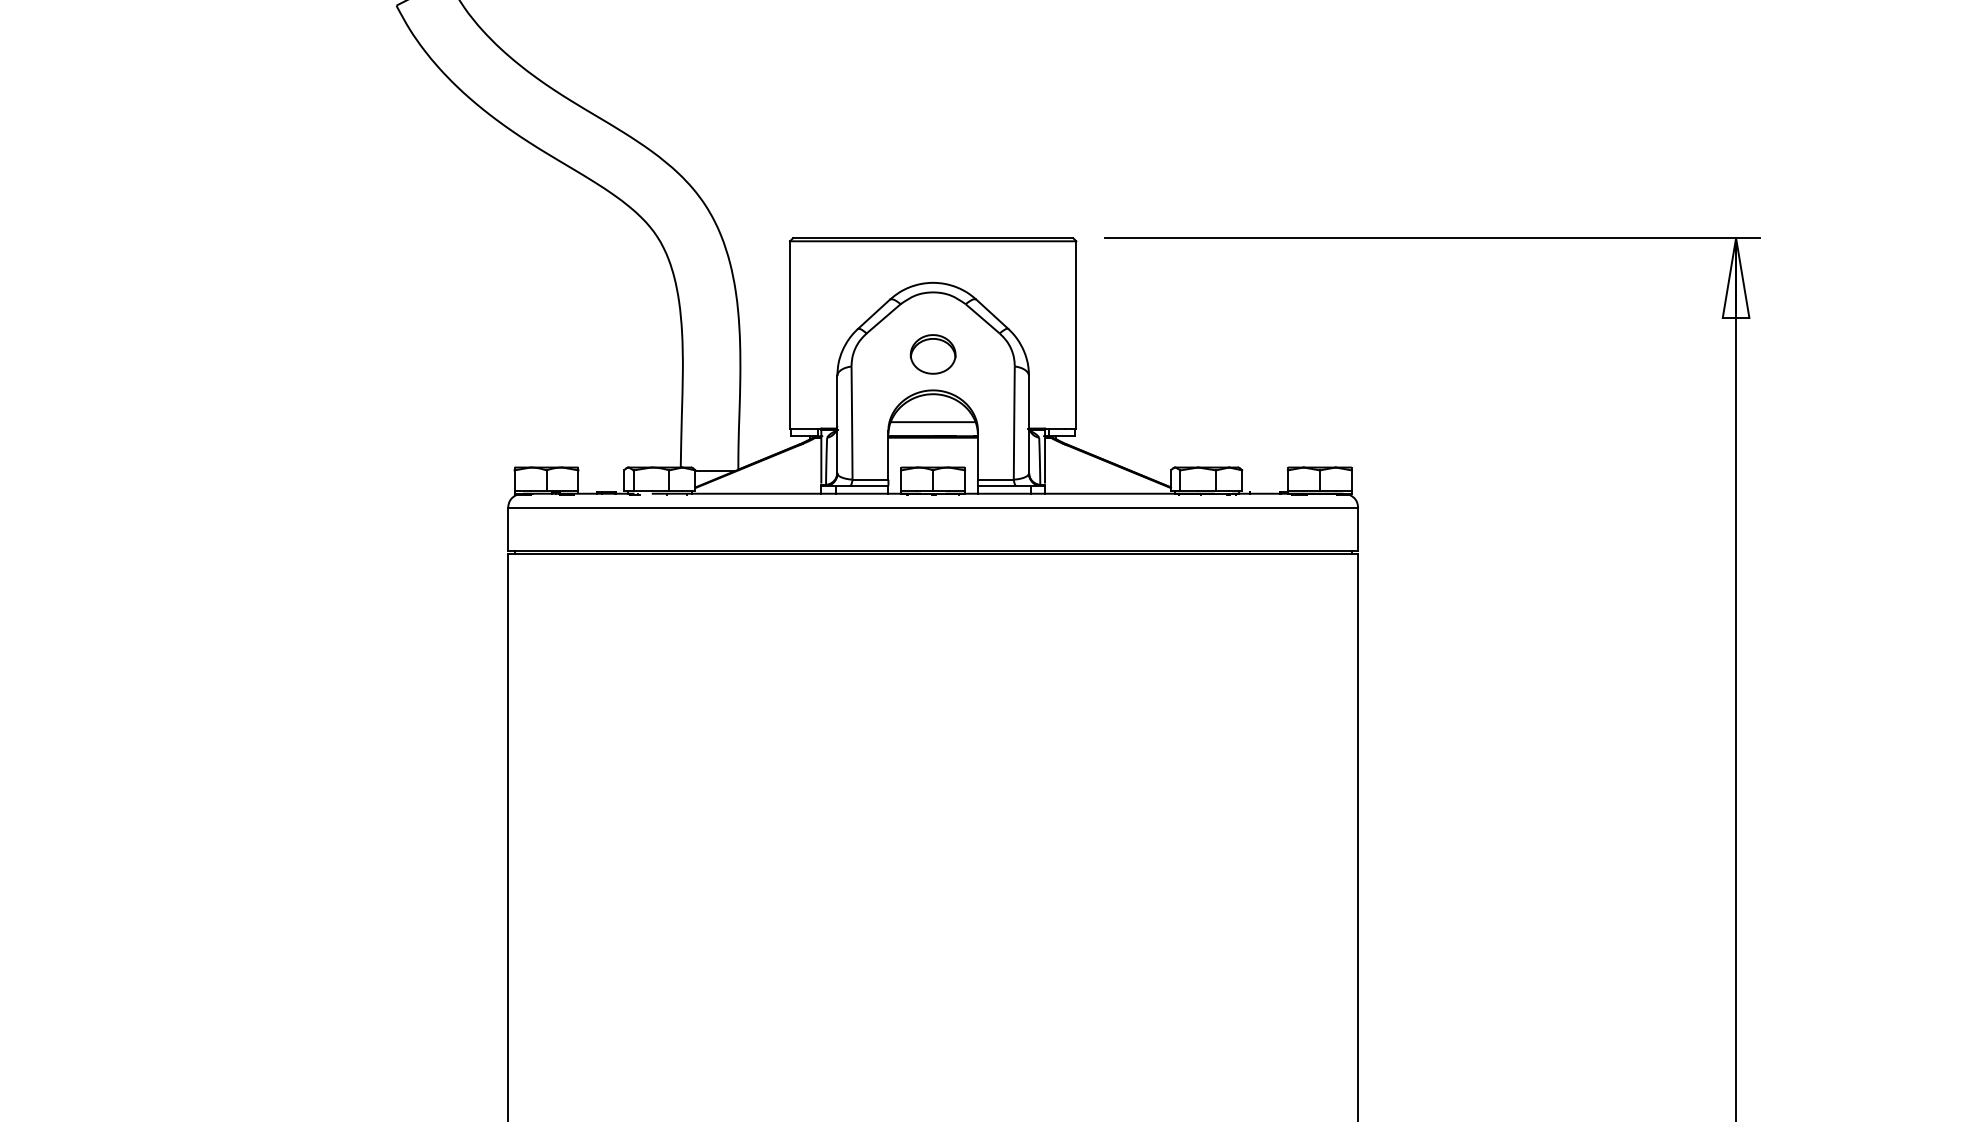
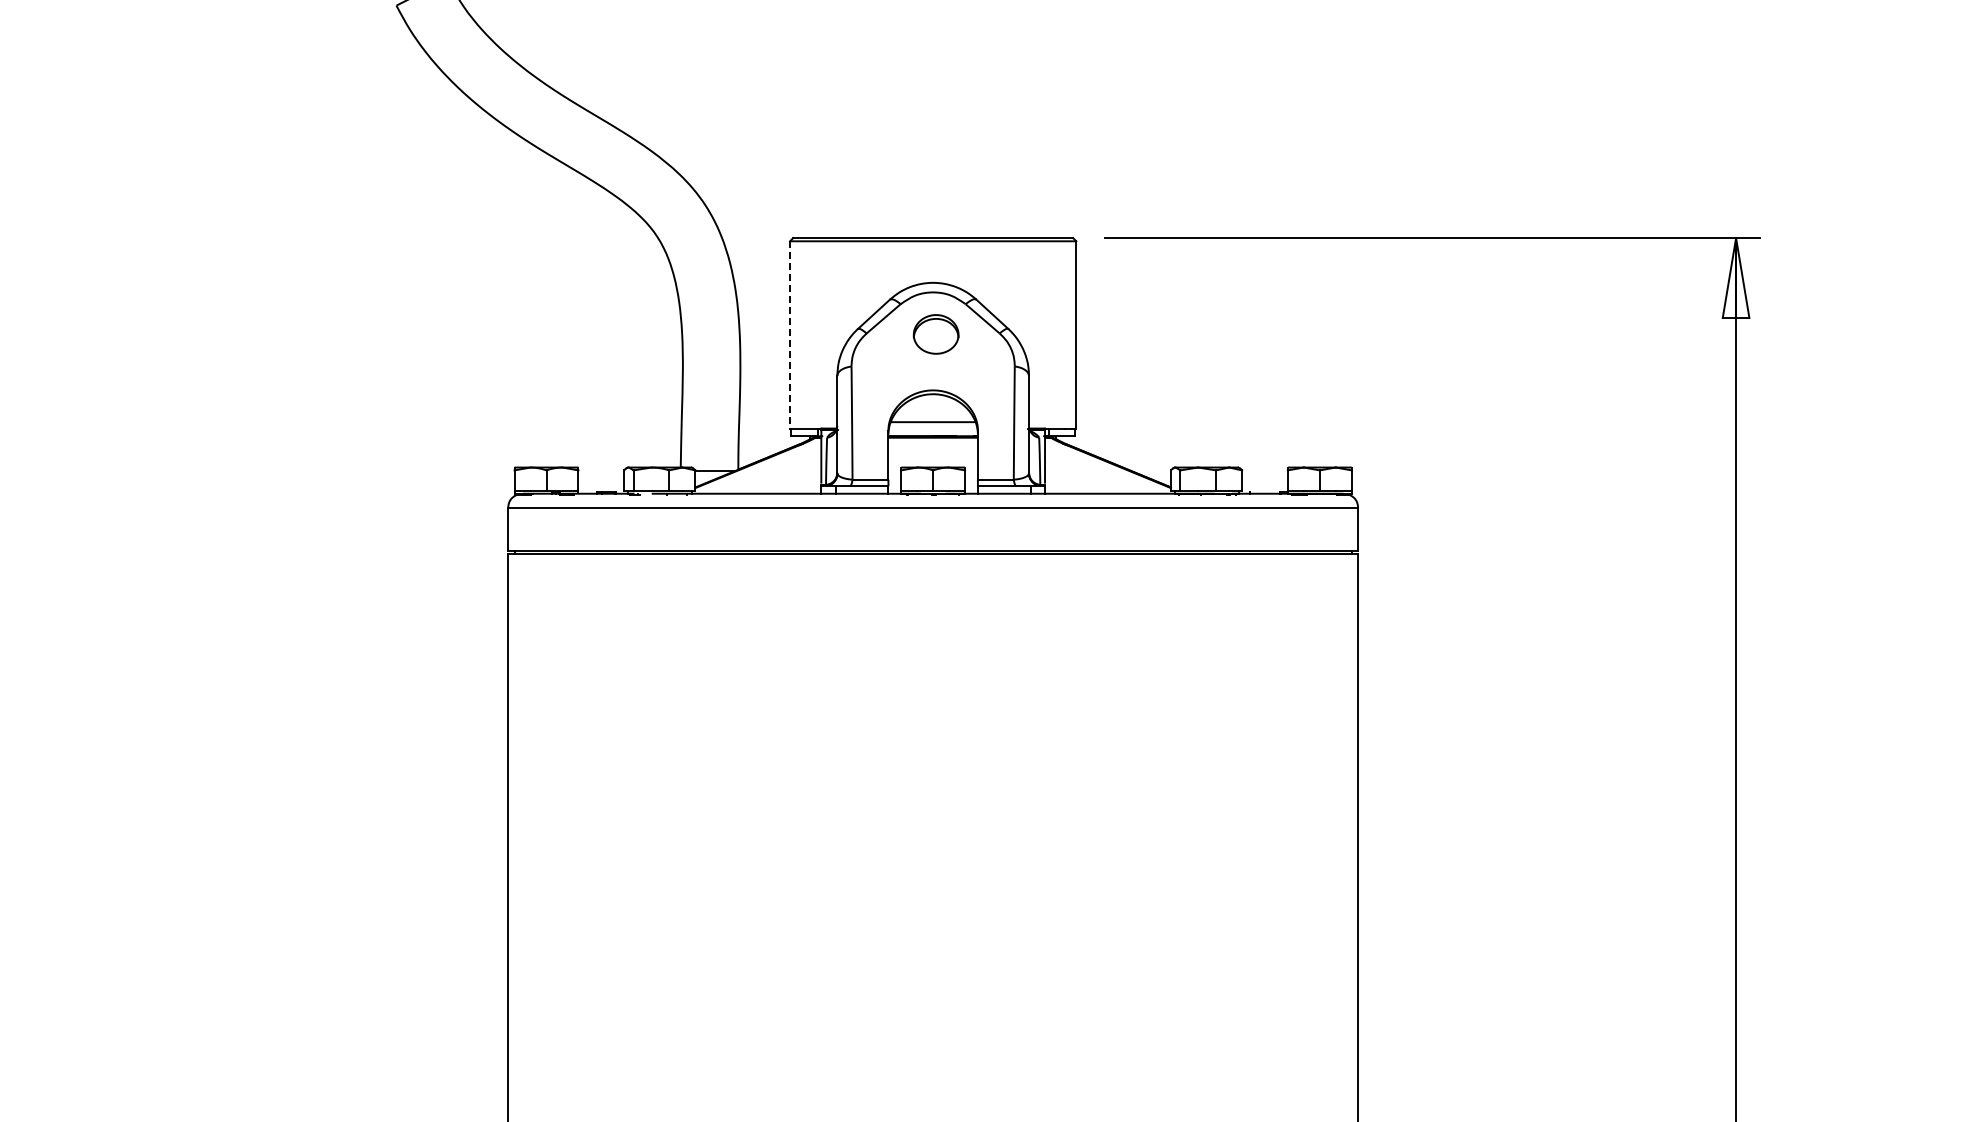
line at (790, 334): solid -> dashed
part at (932, 354) position: (932, 354) -> (935, 334)
